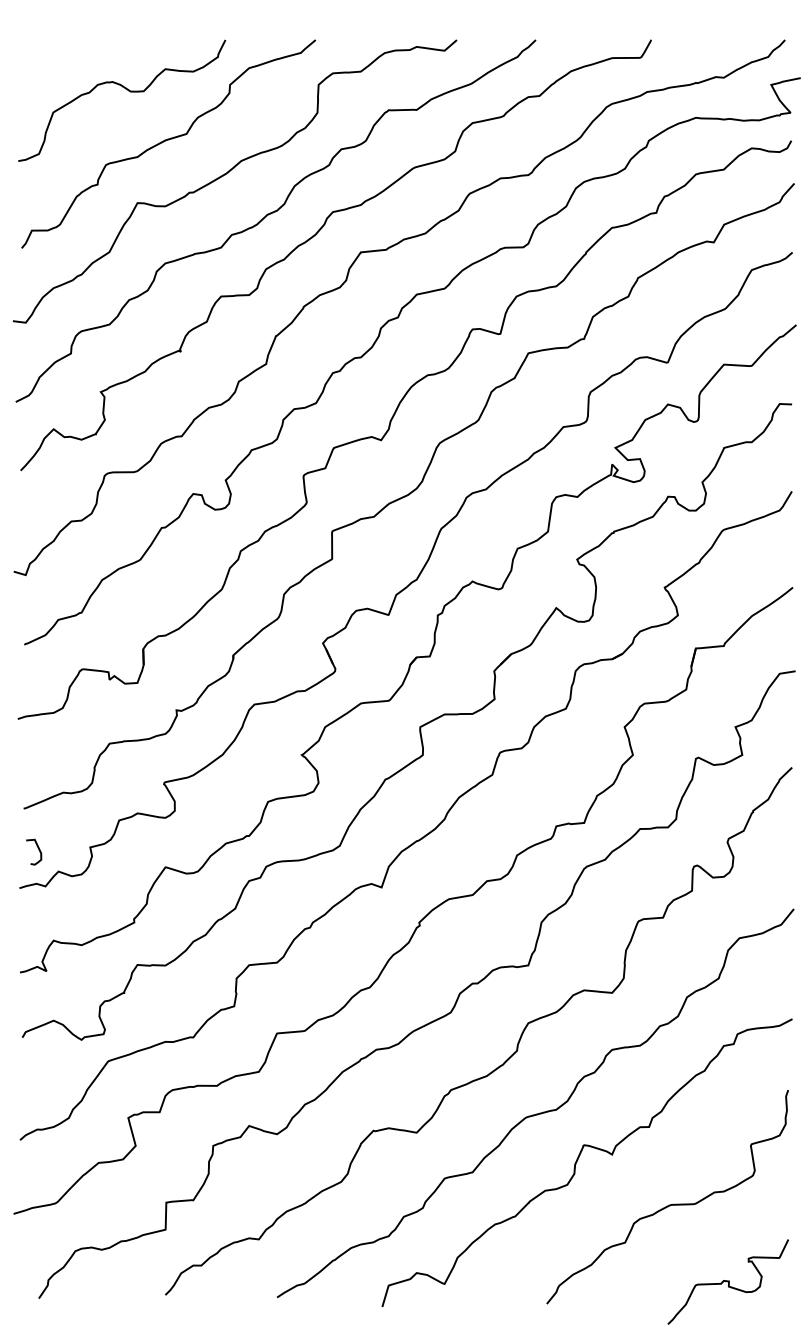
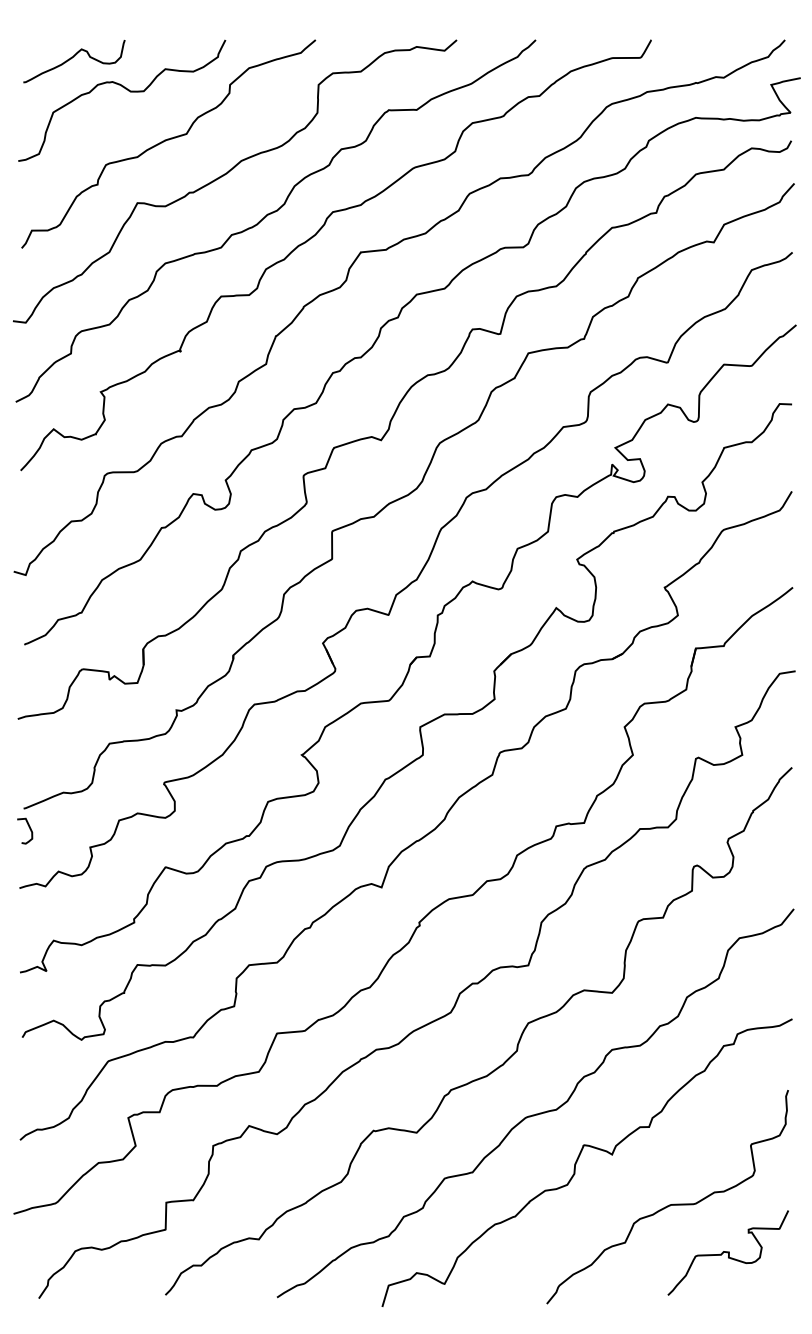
curve at (72, 58): none -> present
curve at (38, 850) position: (38, 850) -> (29, 829)
curve at (727, 1281) position: (727, 1281) -> (727, 1252)
